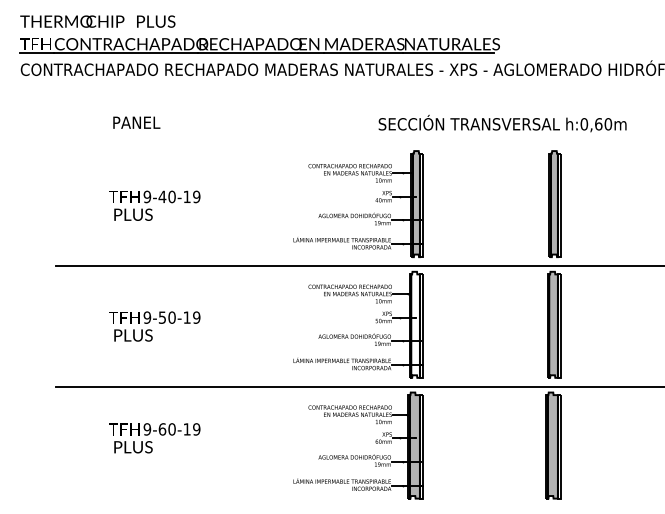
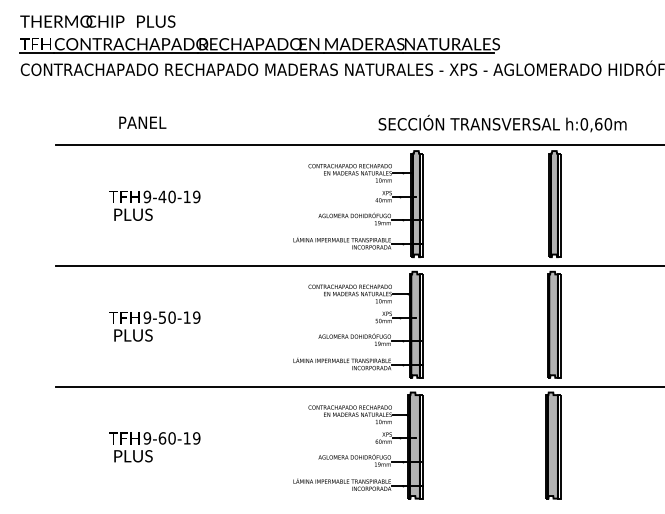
text at (136, 122) position: (136, 122) -> (142, 122)
line at (358, 145): none -> present
fill at (415, 324): none -> present
text at (154, 438) position: (154, 438) -> (154, 447)
